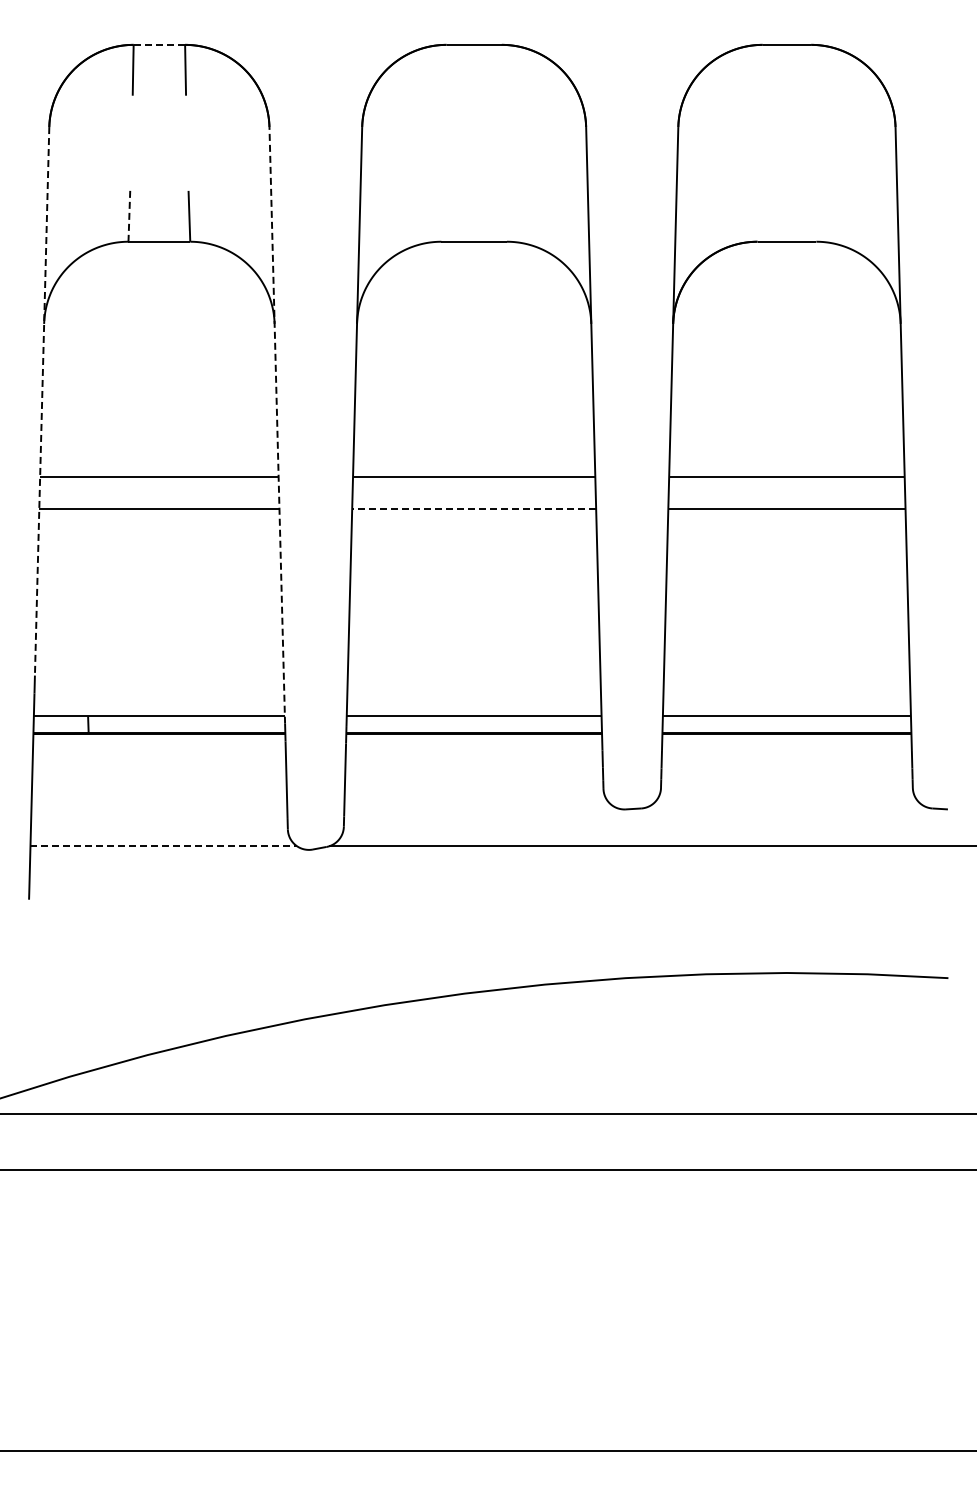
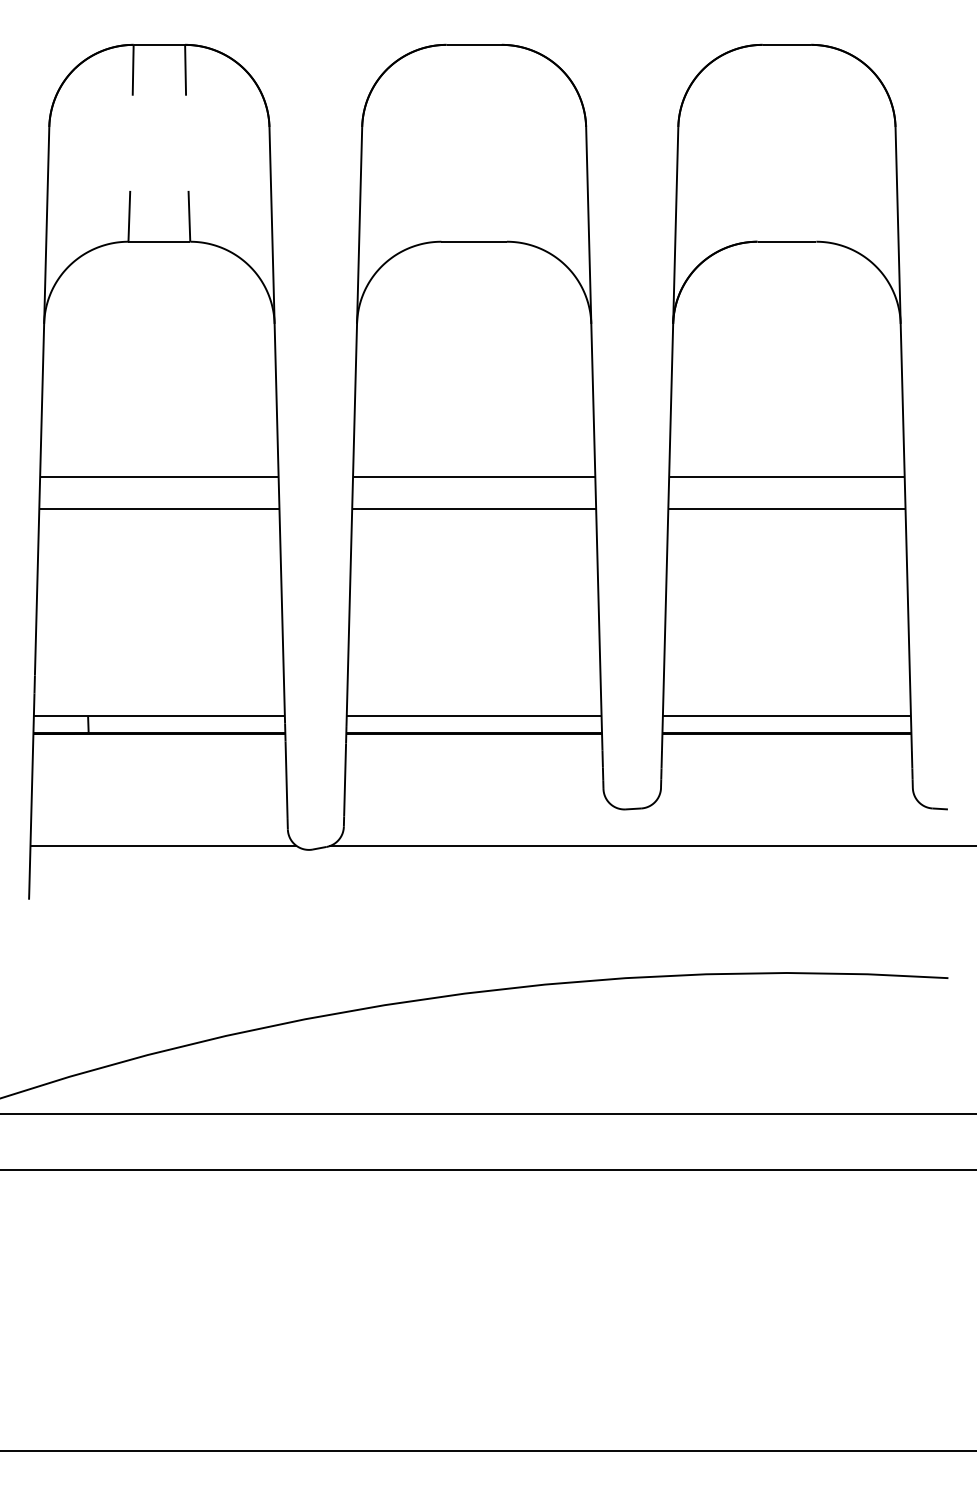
line at (159, 44): dashed -> solid
line at (129, 216): dashed -> solid
line at (42, 401): dashed -> solid
line at (277, 424): dashed -> solid
line at (474, 508): dashed -> solid
line at (164, 846): dashed -> solid
